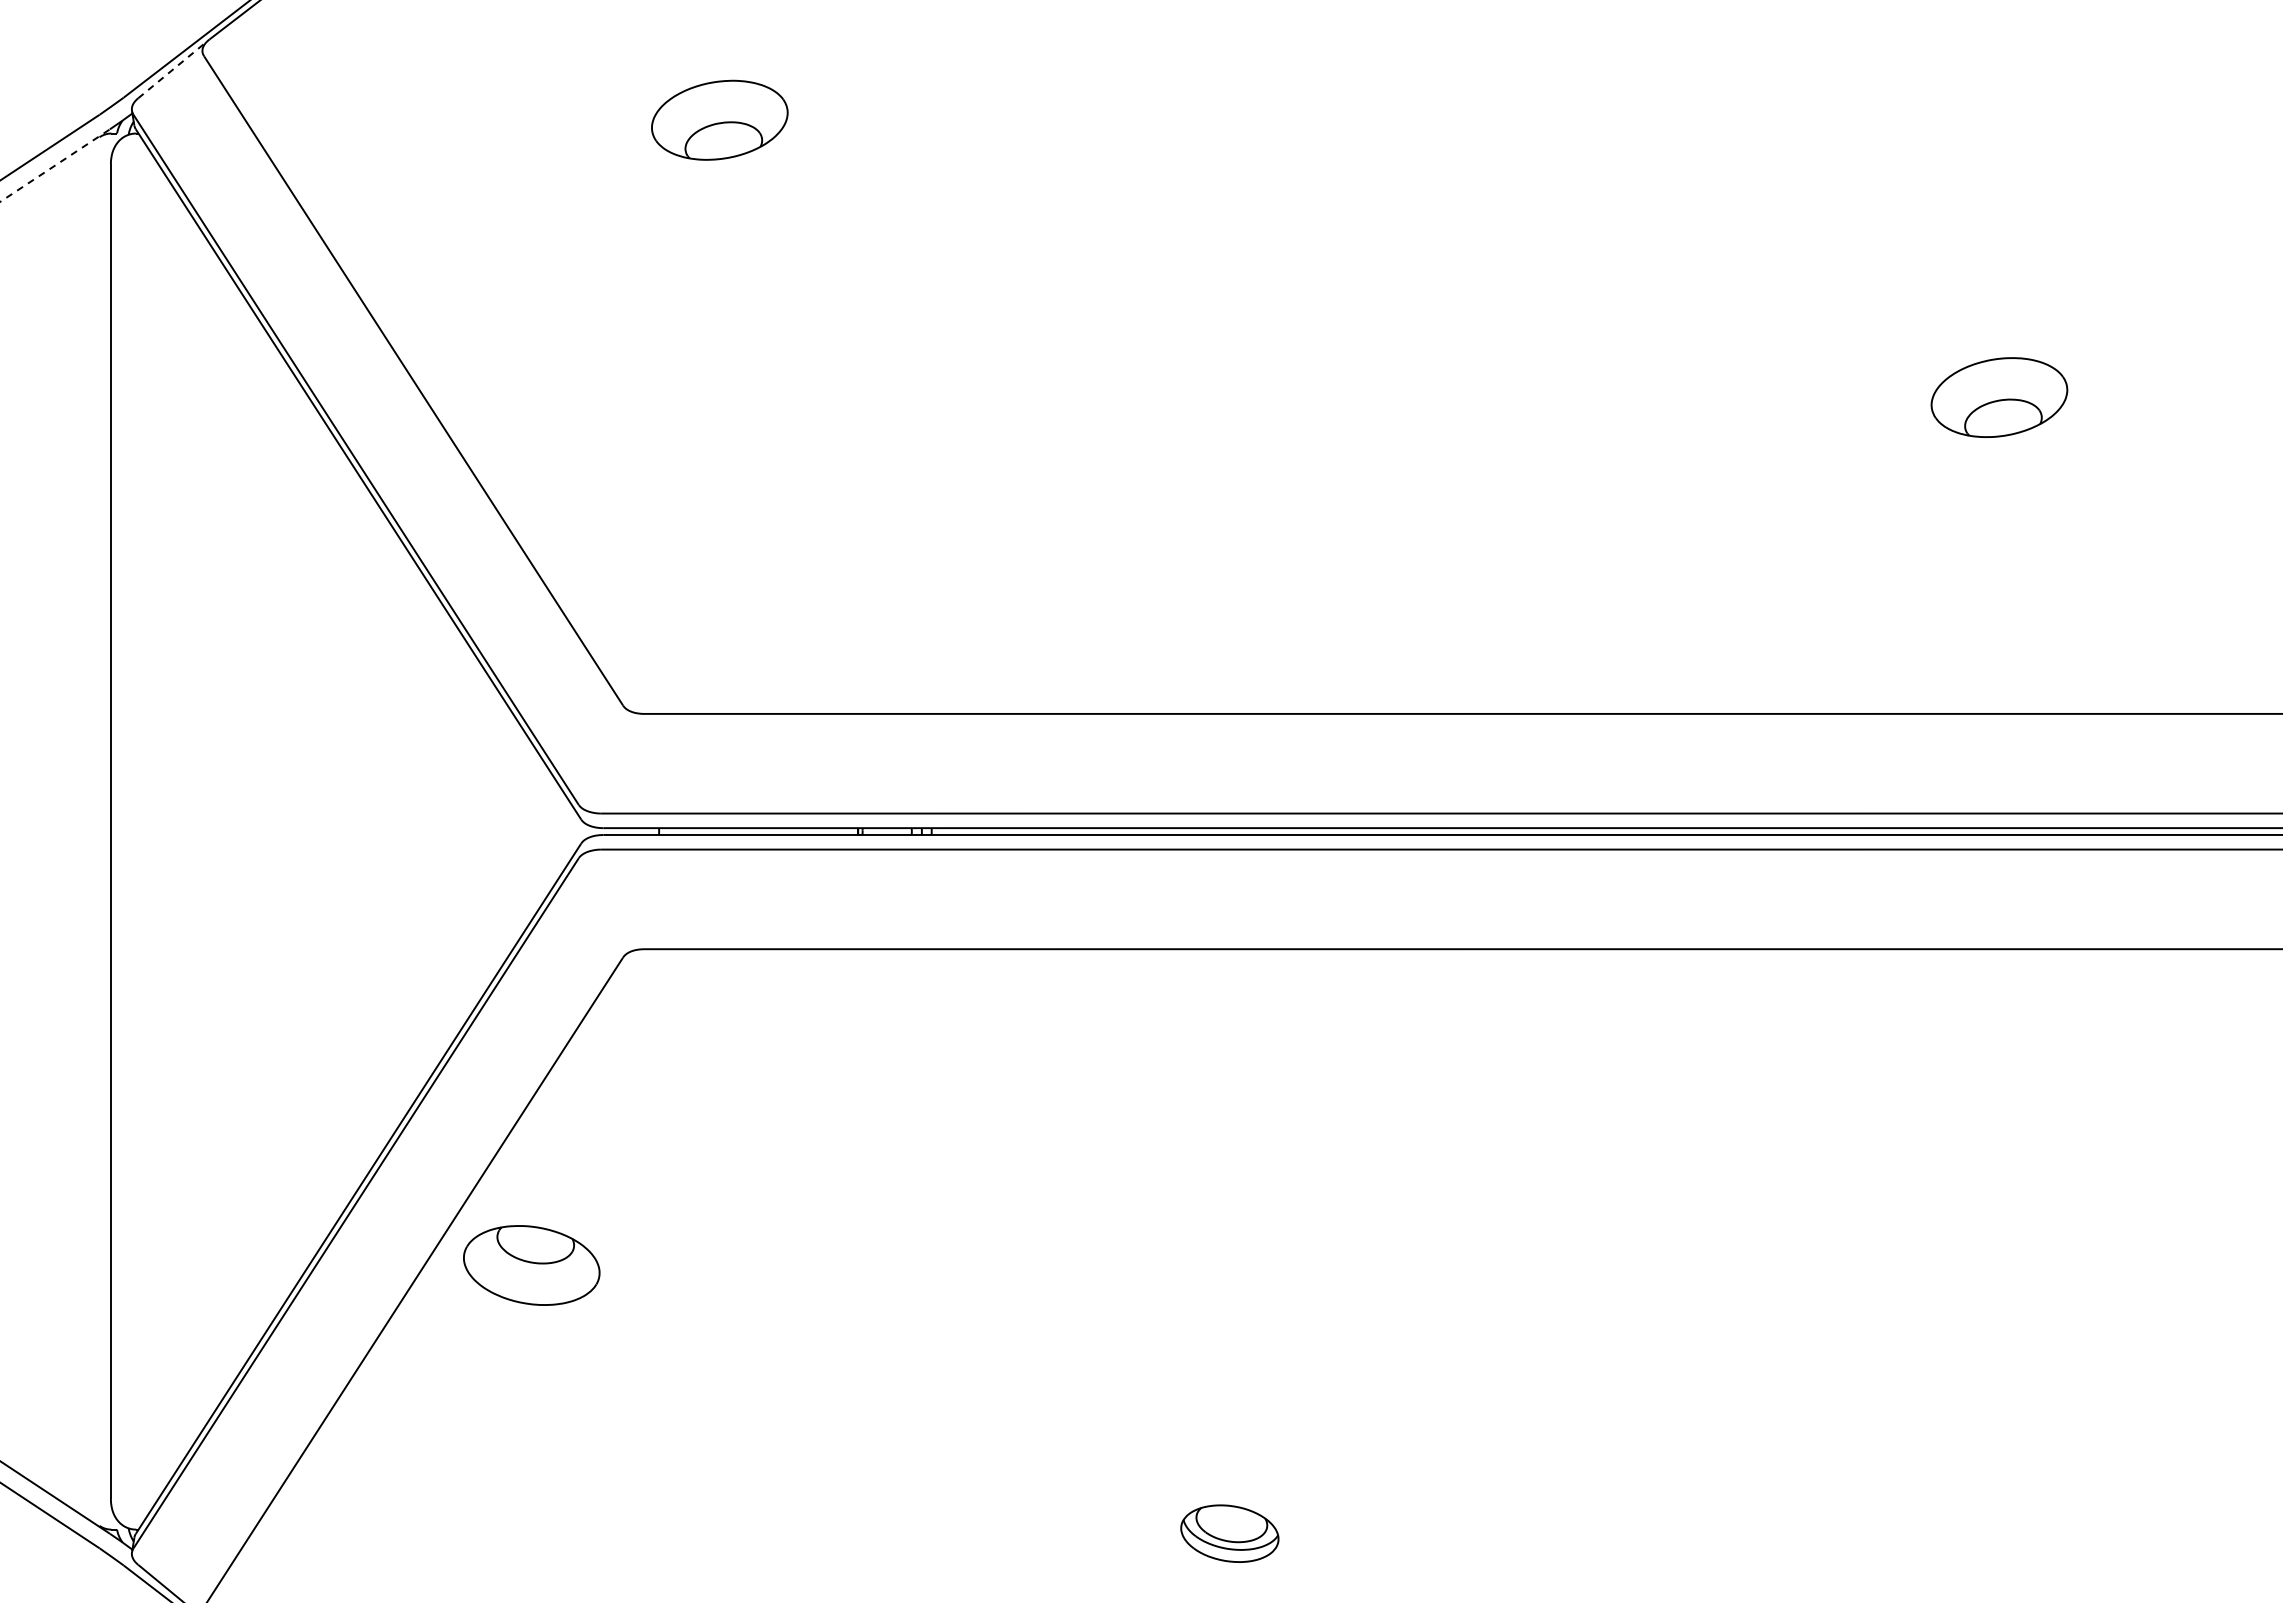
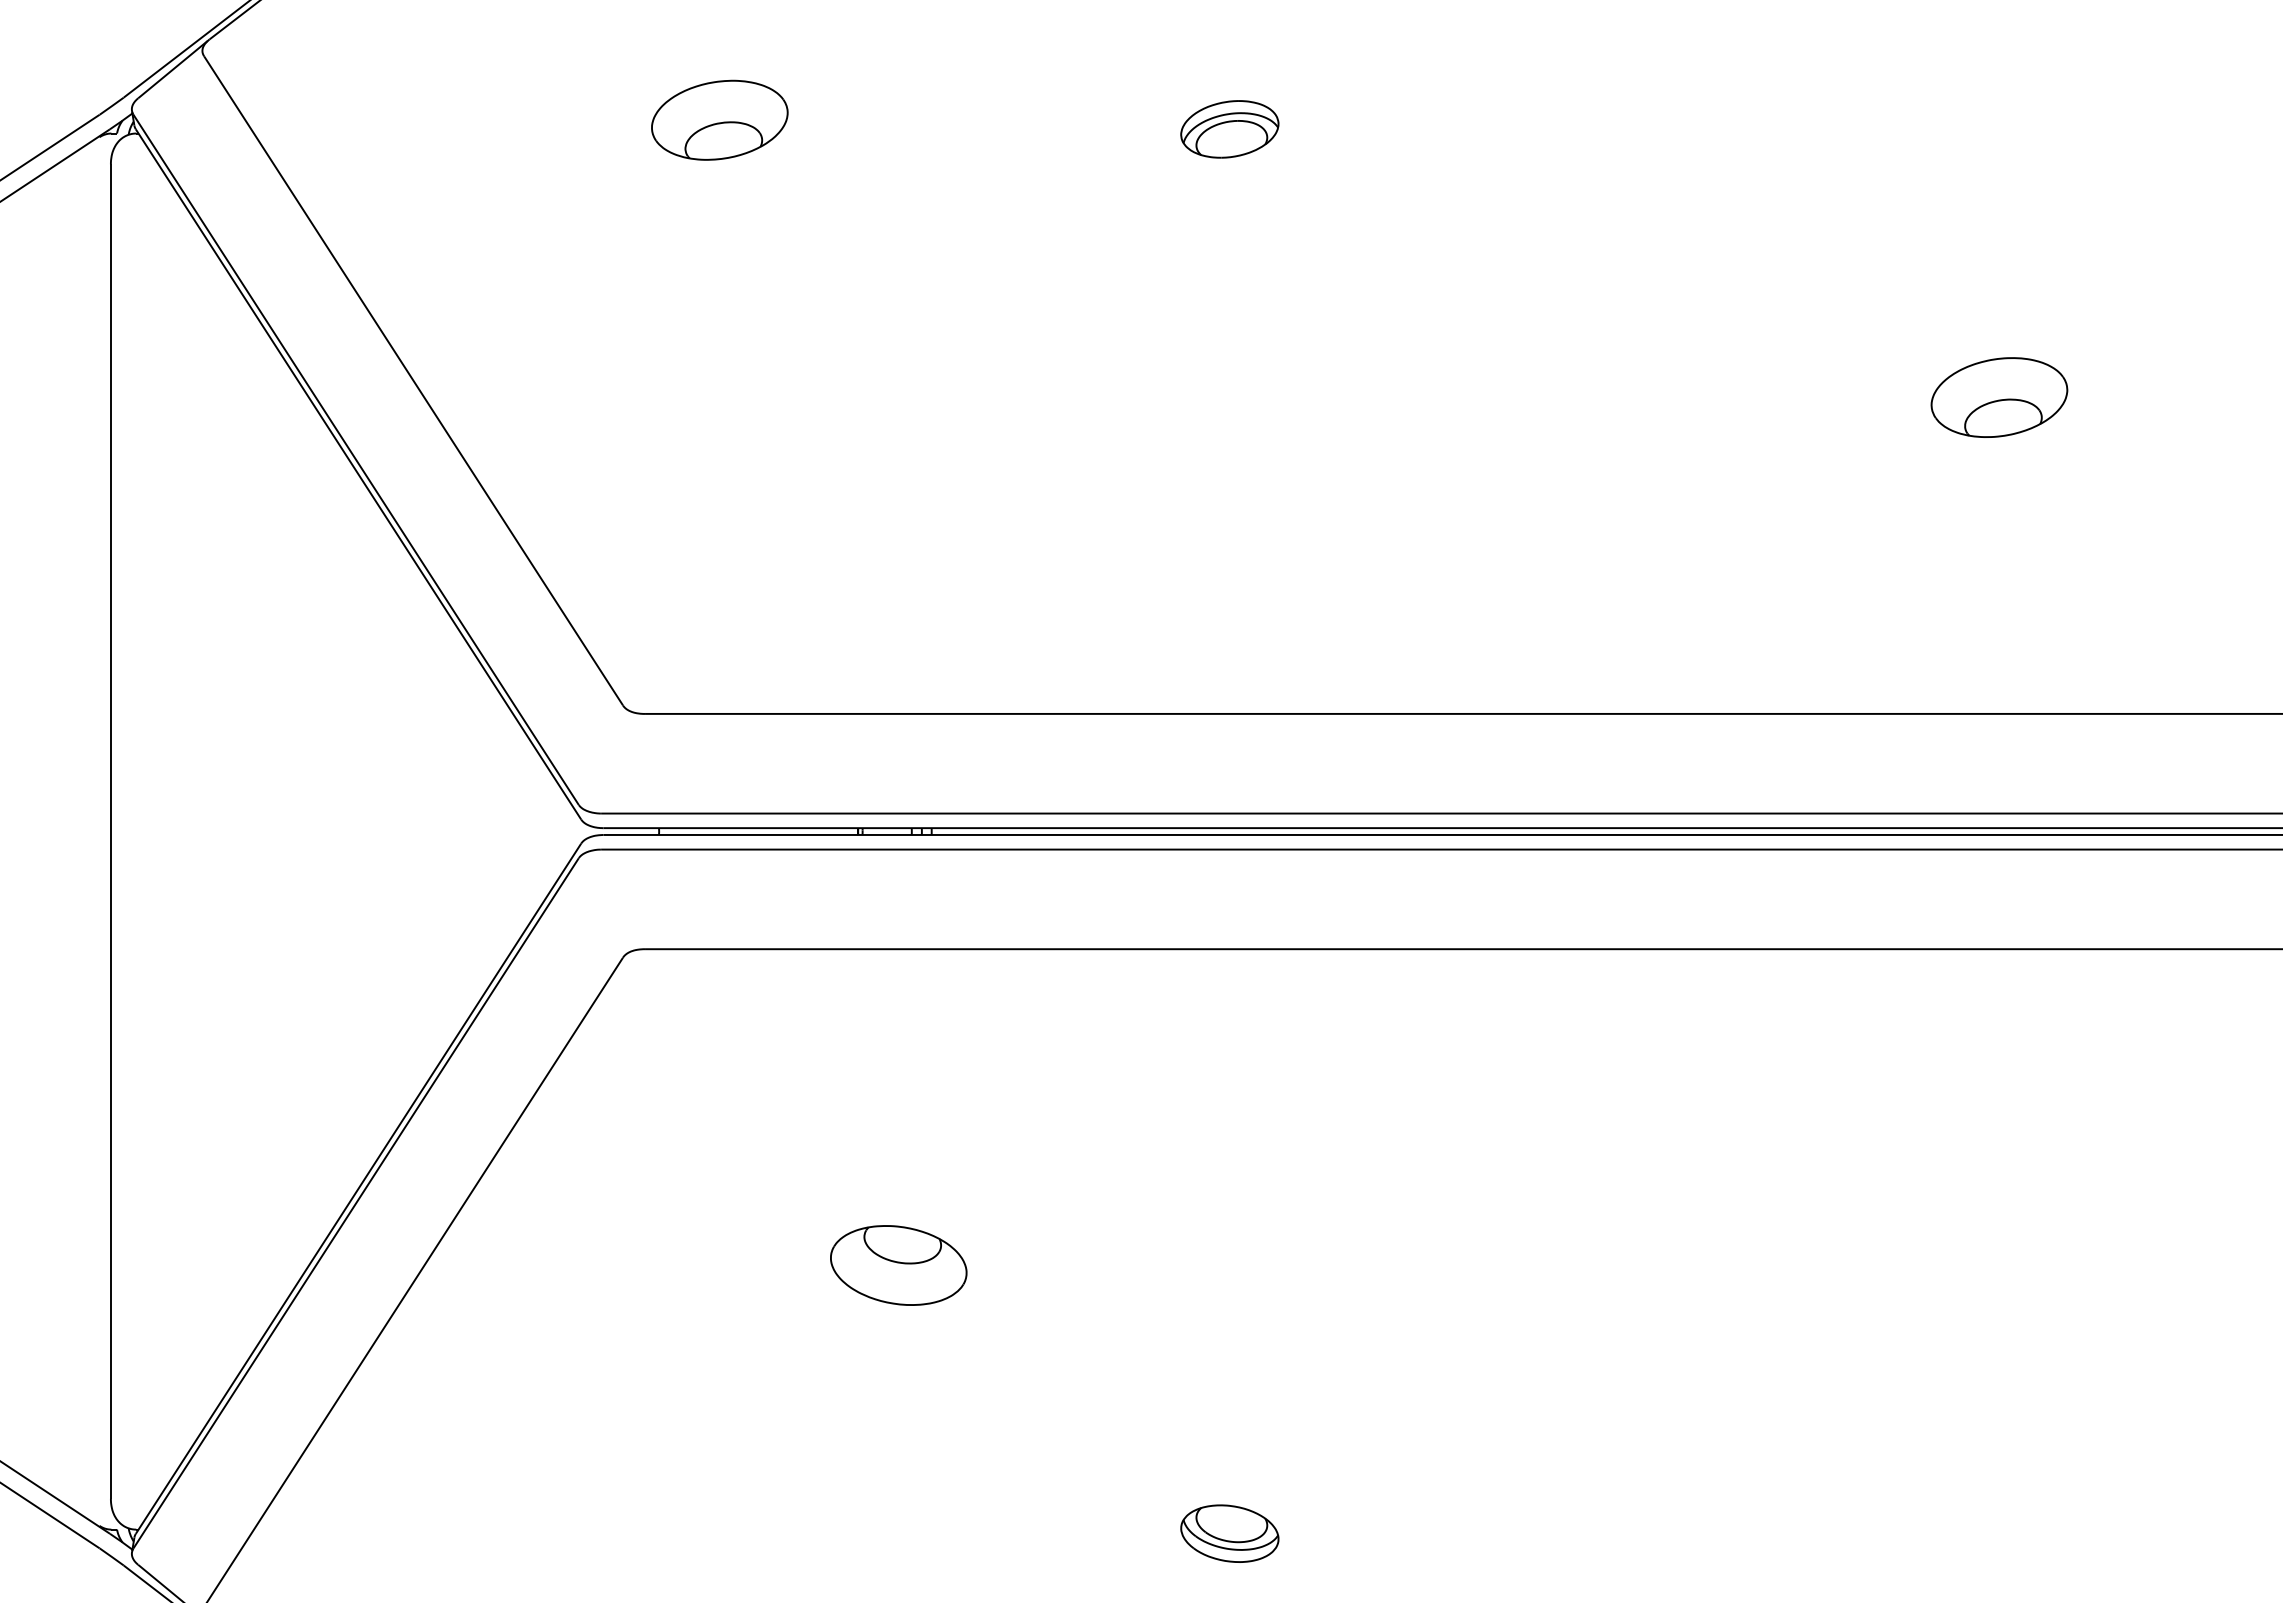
line at (173, 69): dashed -> solid
part at (1229, 129): none -> present
line at (55, 165): dashed -> solid
part at (531, 1265) position: (531, 1265) -> (898, 1265)
